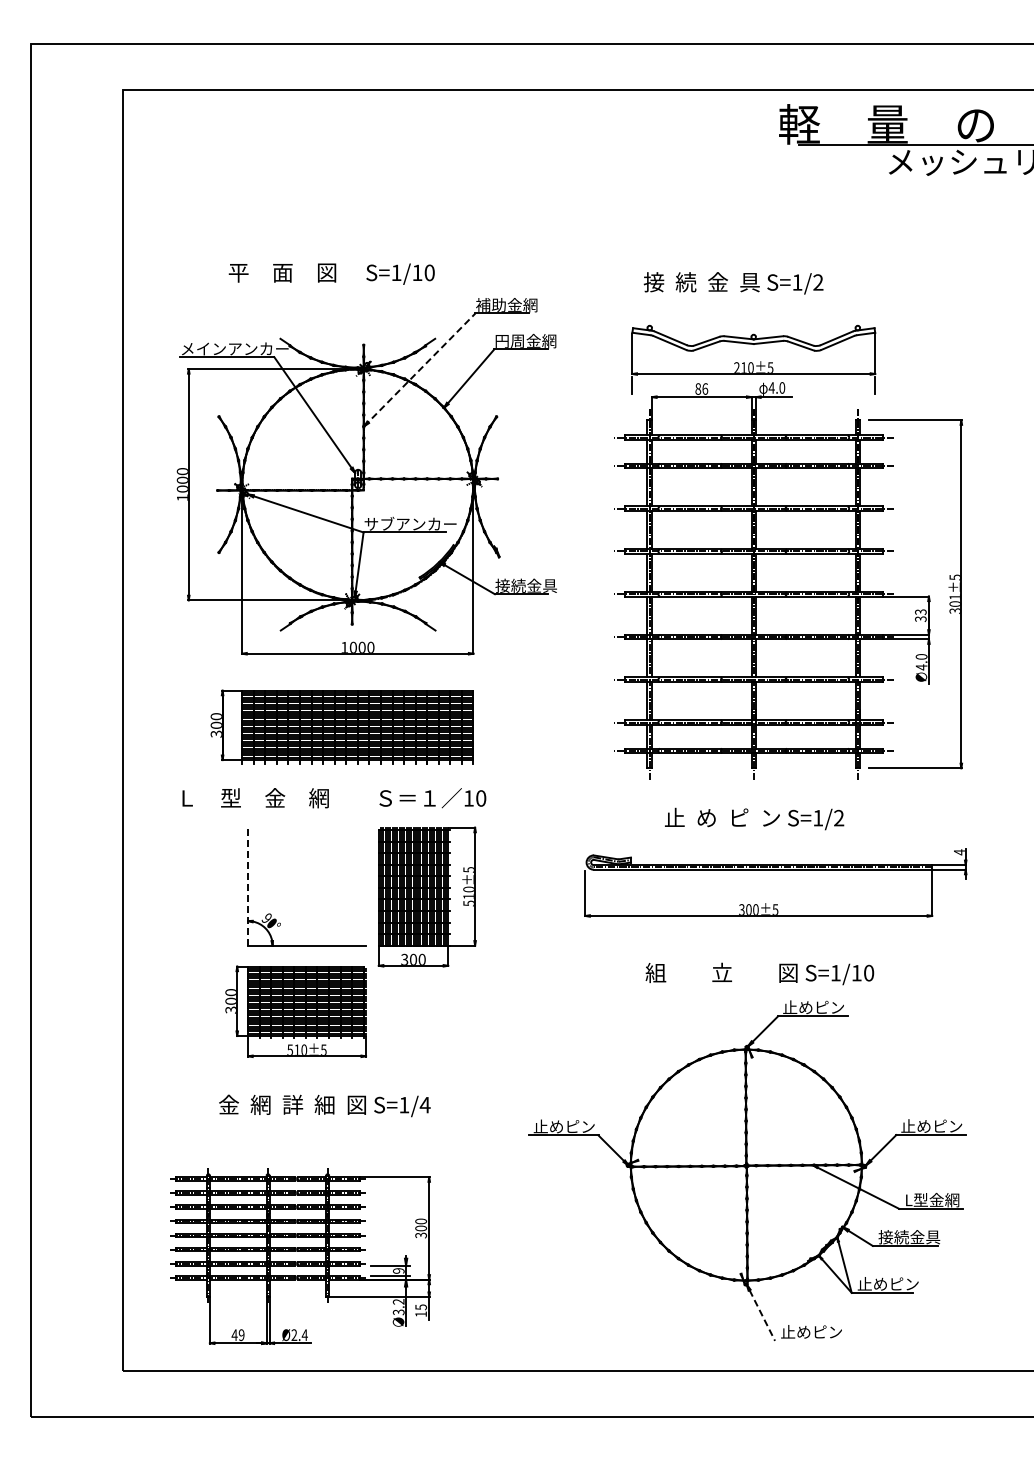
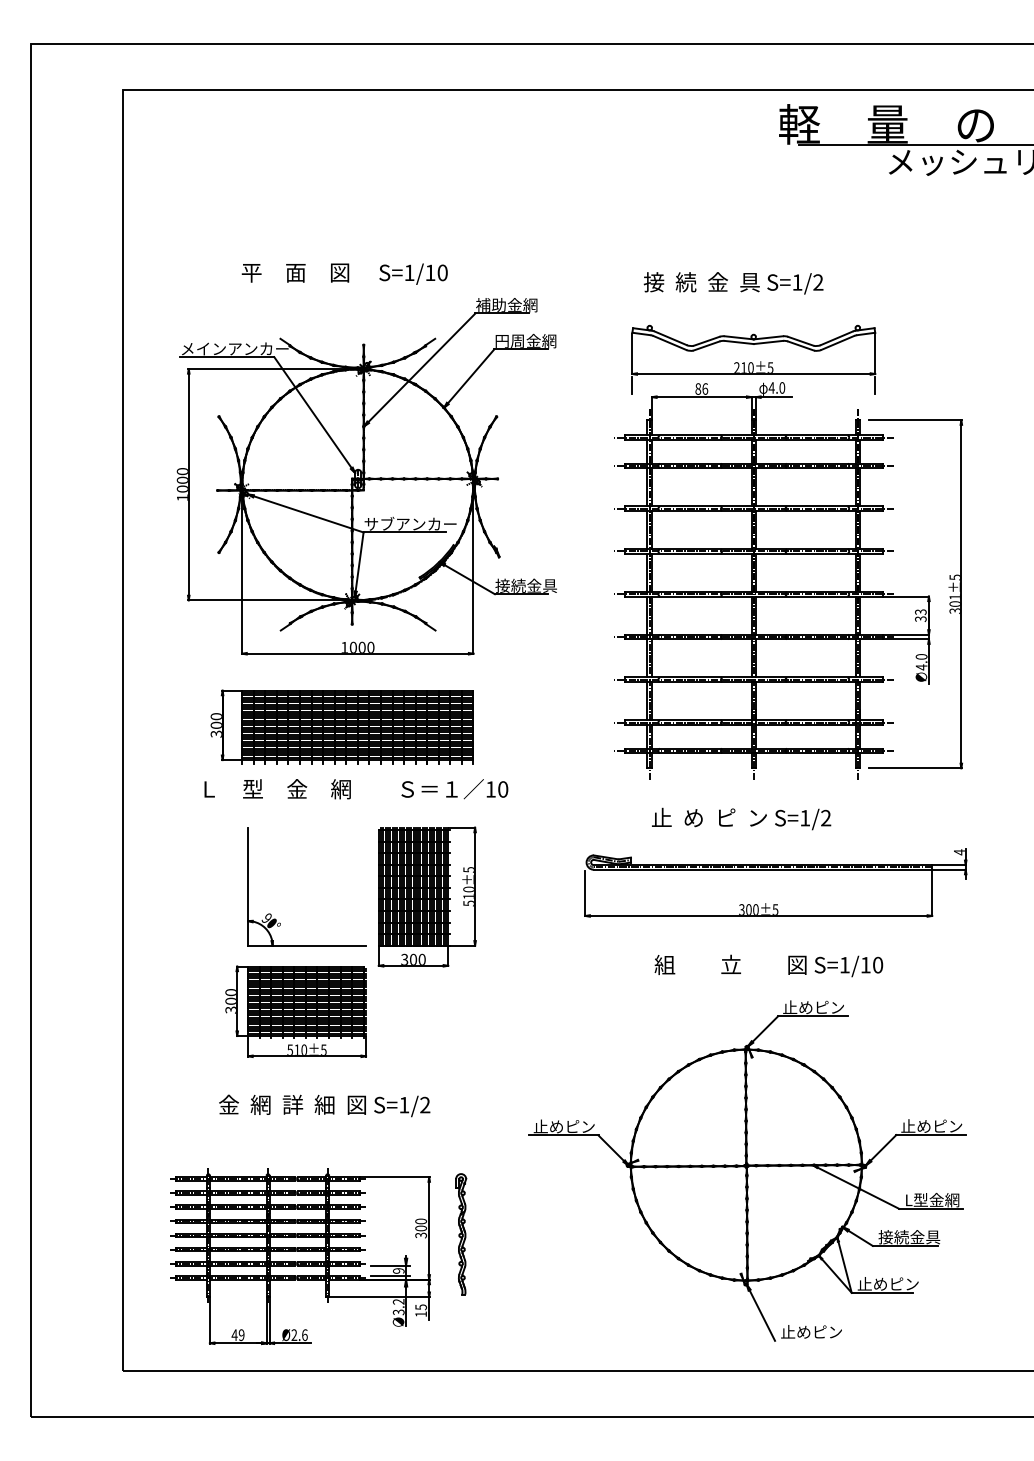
text at (331, 273) position: (331, 273) -> (344, 273)
line at (420, 369): dashed -> solid
text at (334, 798) position: (334, 798) -> (356, 789)
text at (754, 818) position: (754, 818) -> (741, 818)
line at (248, 886): dashed -> solid
text at (759, 973) position: (759, 973) -> (768, 965)
text at (424, 1104): S=1/4 -> S=1/2
part at (461, 1234): none -> present
line at (762, 1316): dashed -> solid
text at (304, 1335): Ø2.4 -> Ø2.6
